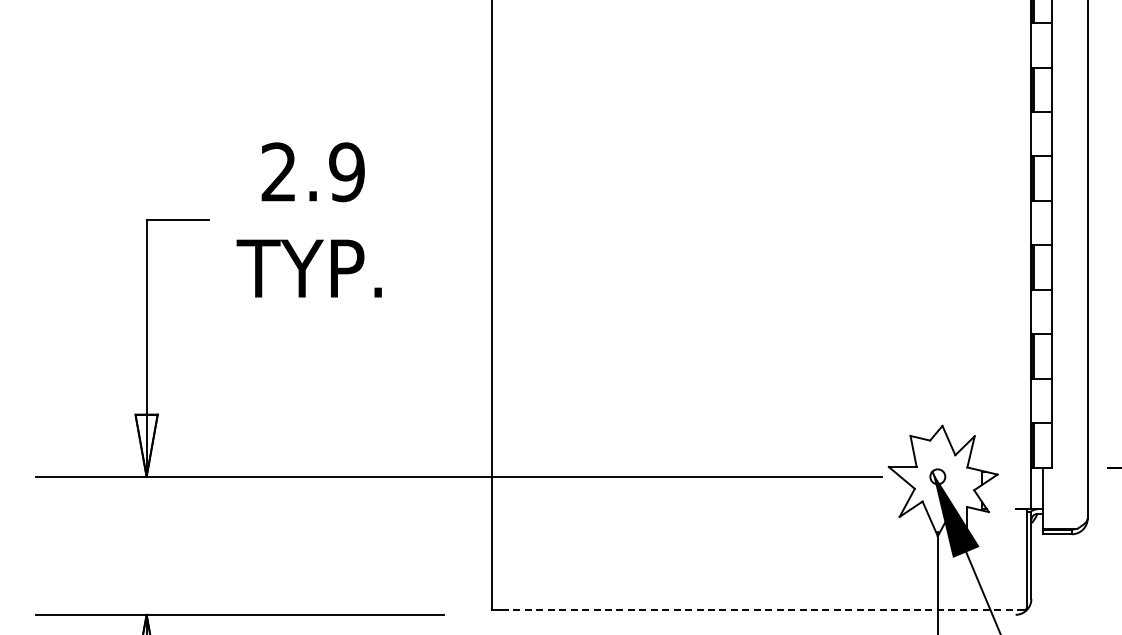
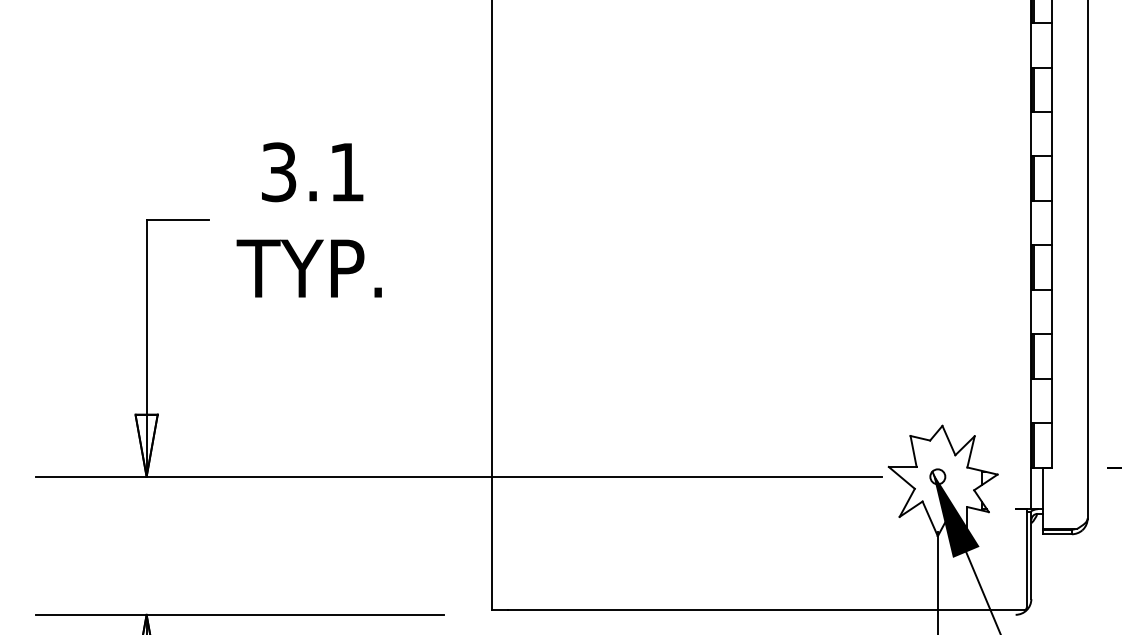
text at (312, 172): 2.9 -> 3.1
line at (766, 610): dashed -> solid
